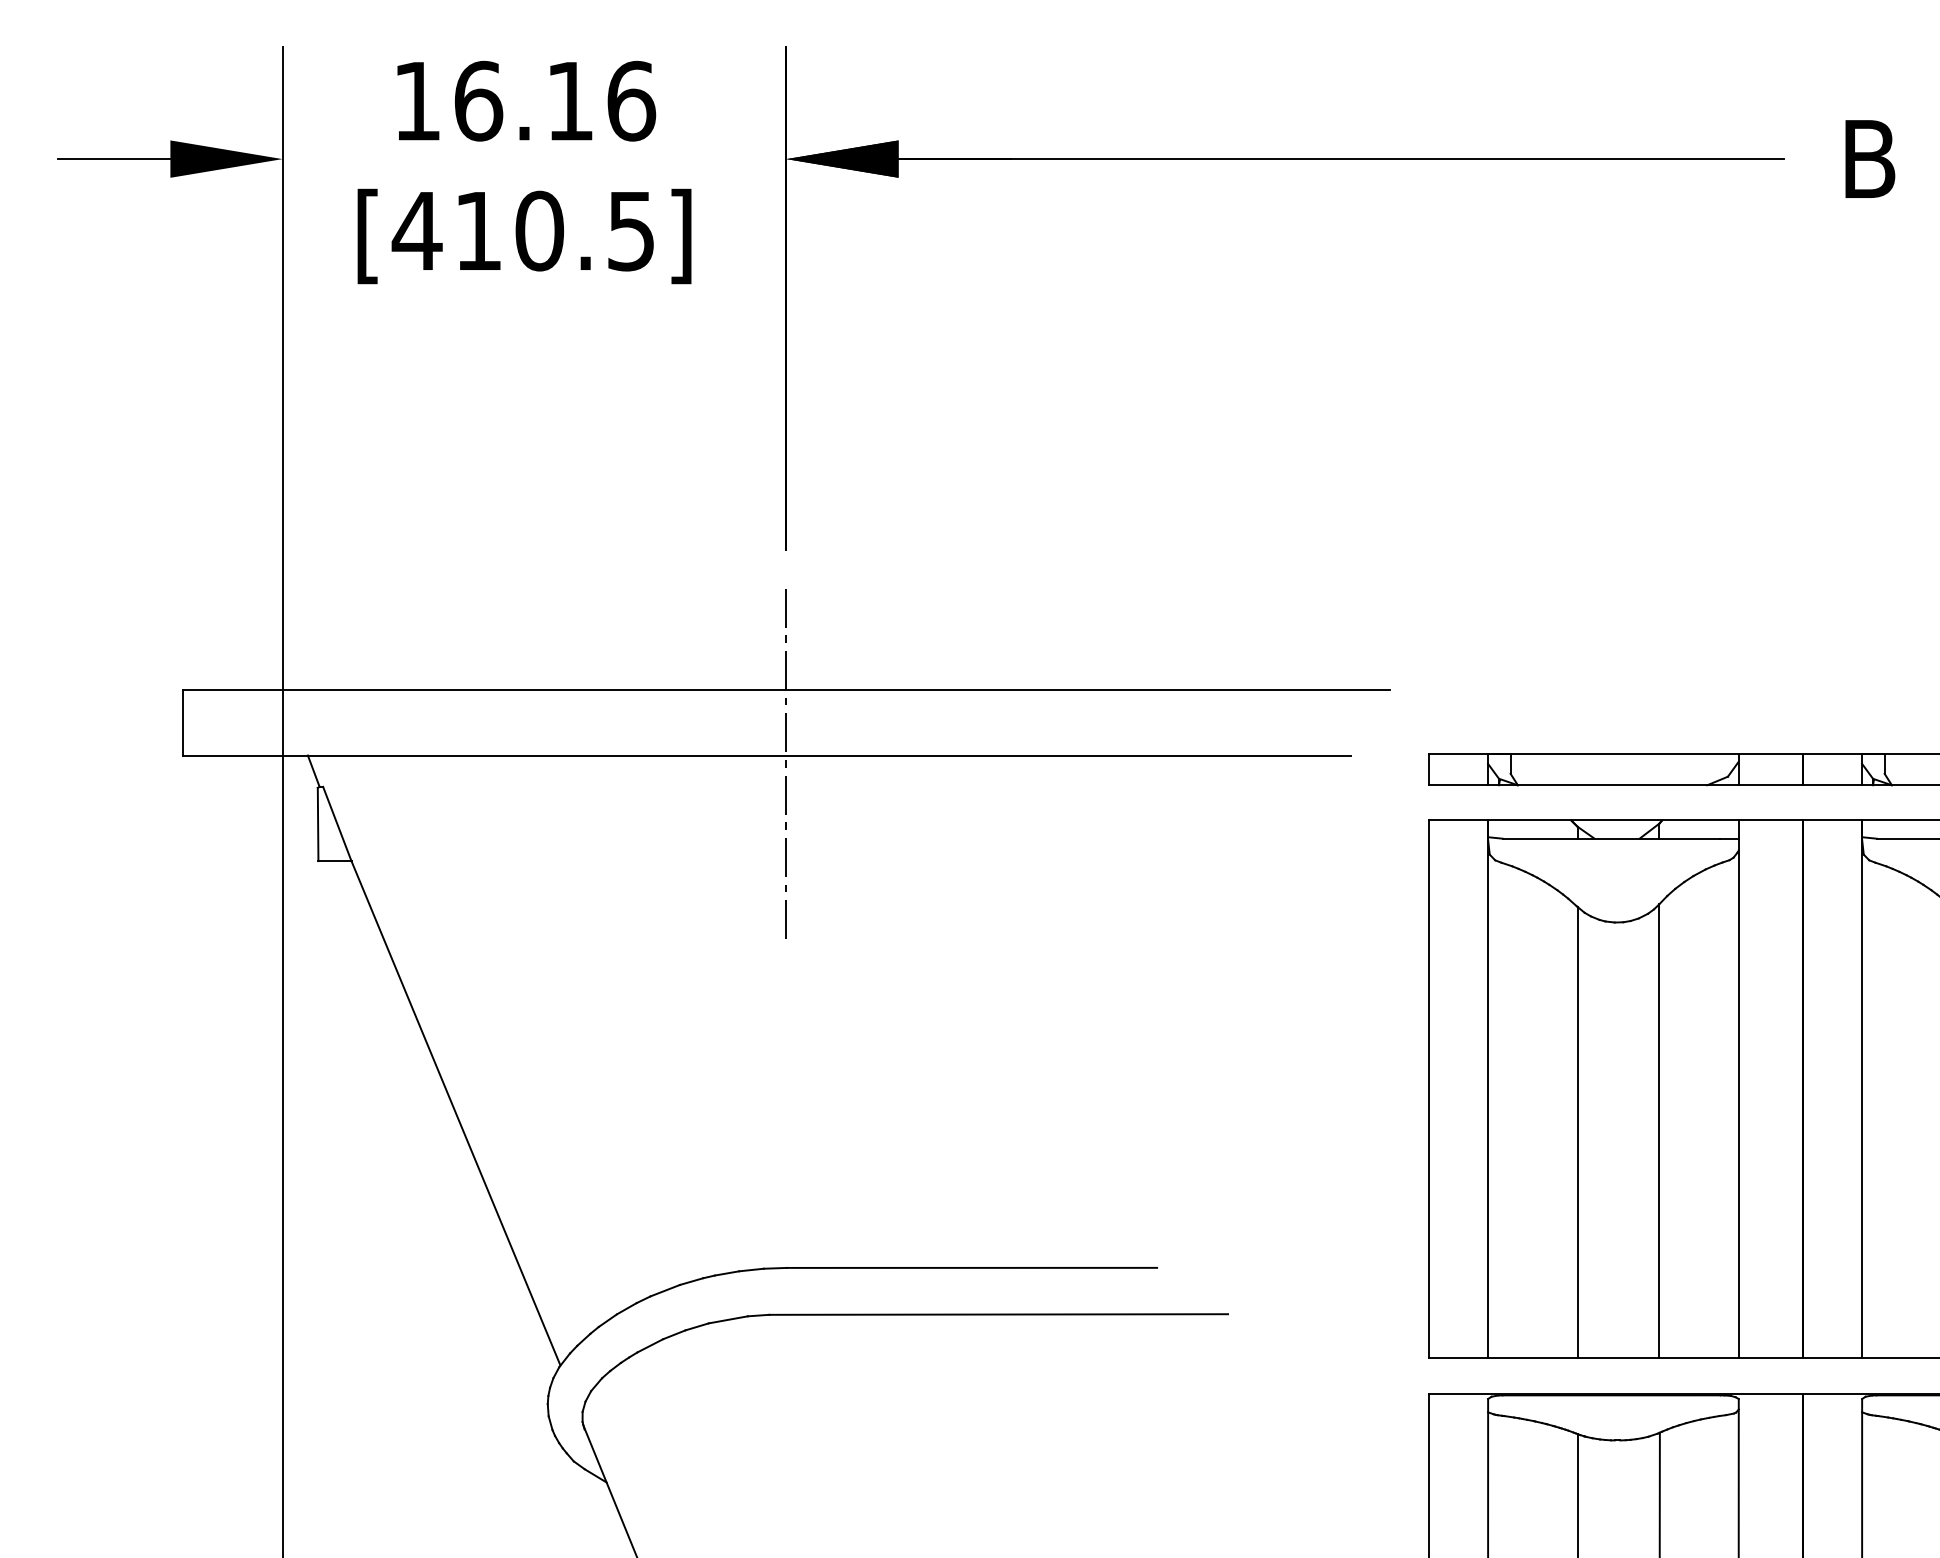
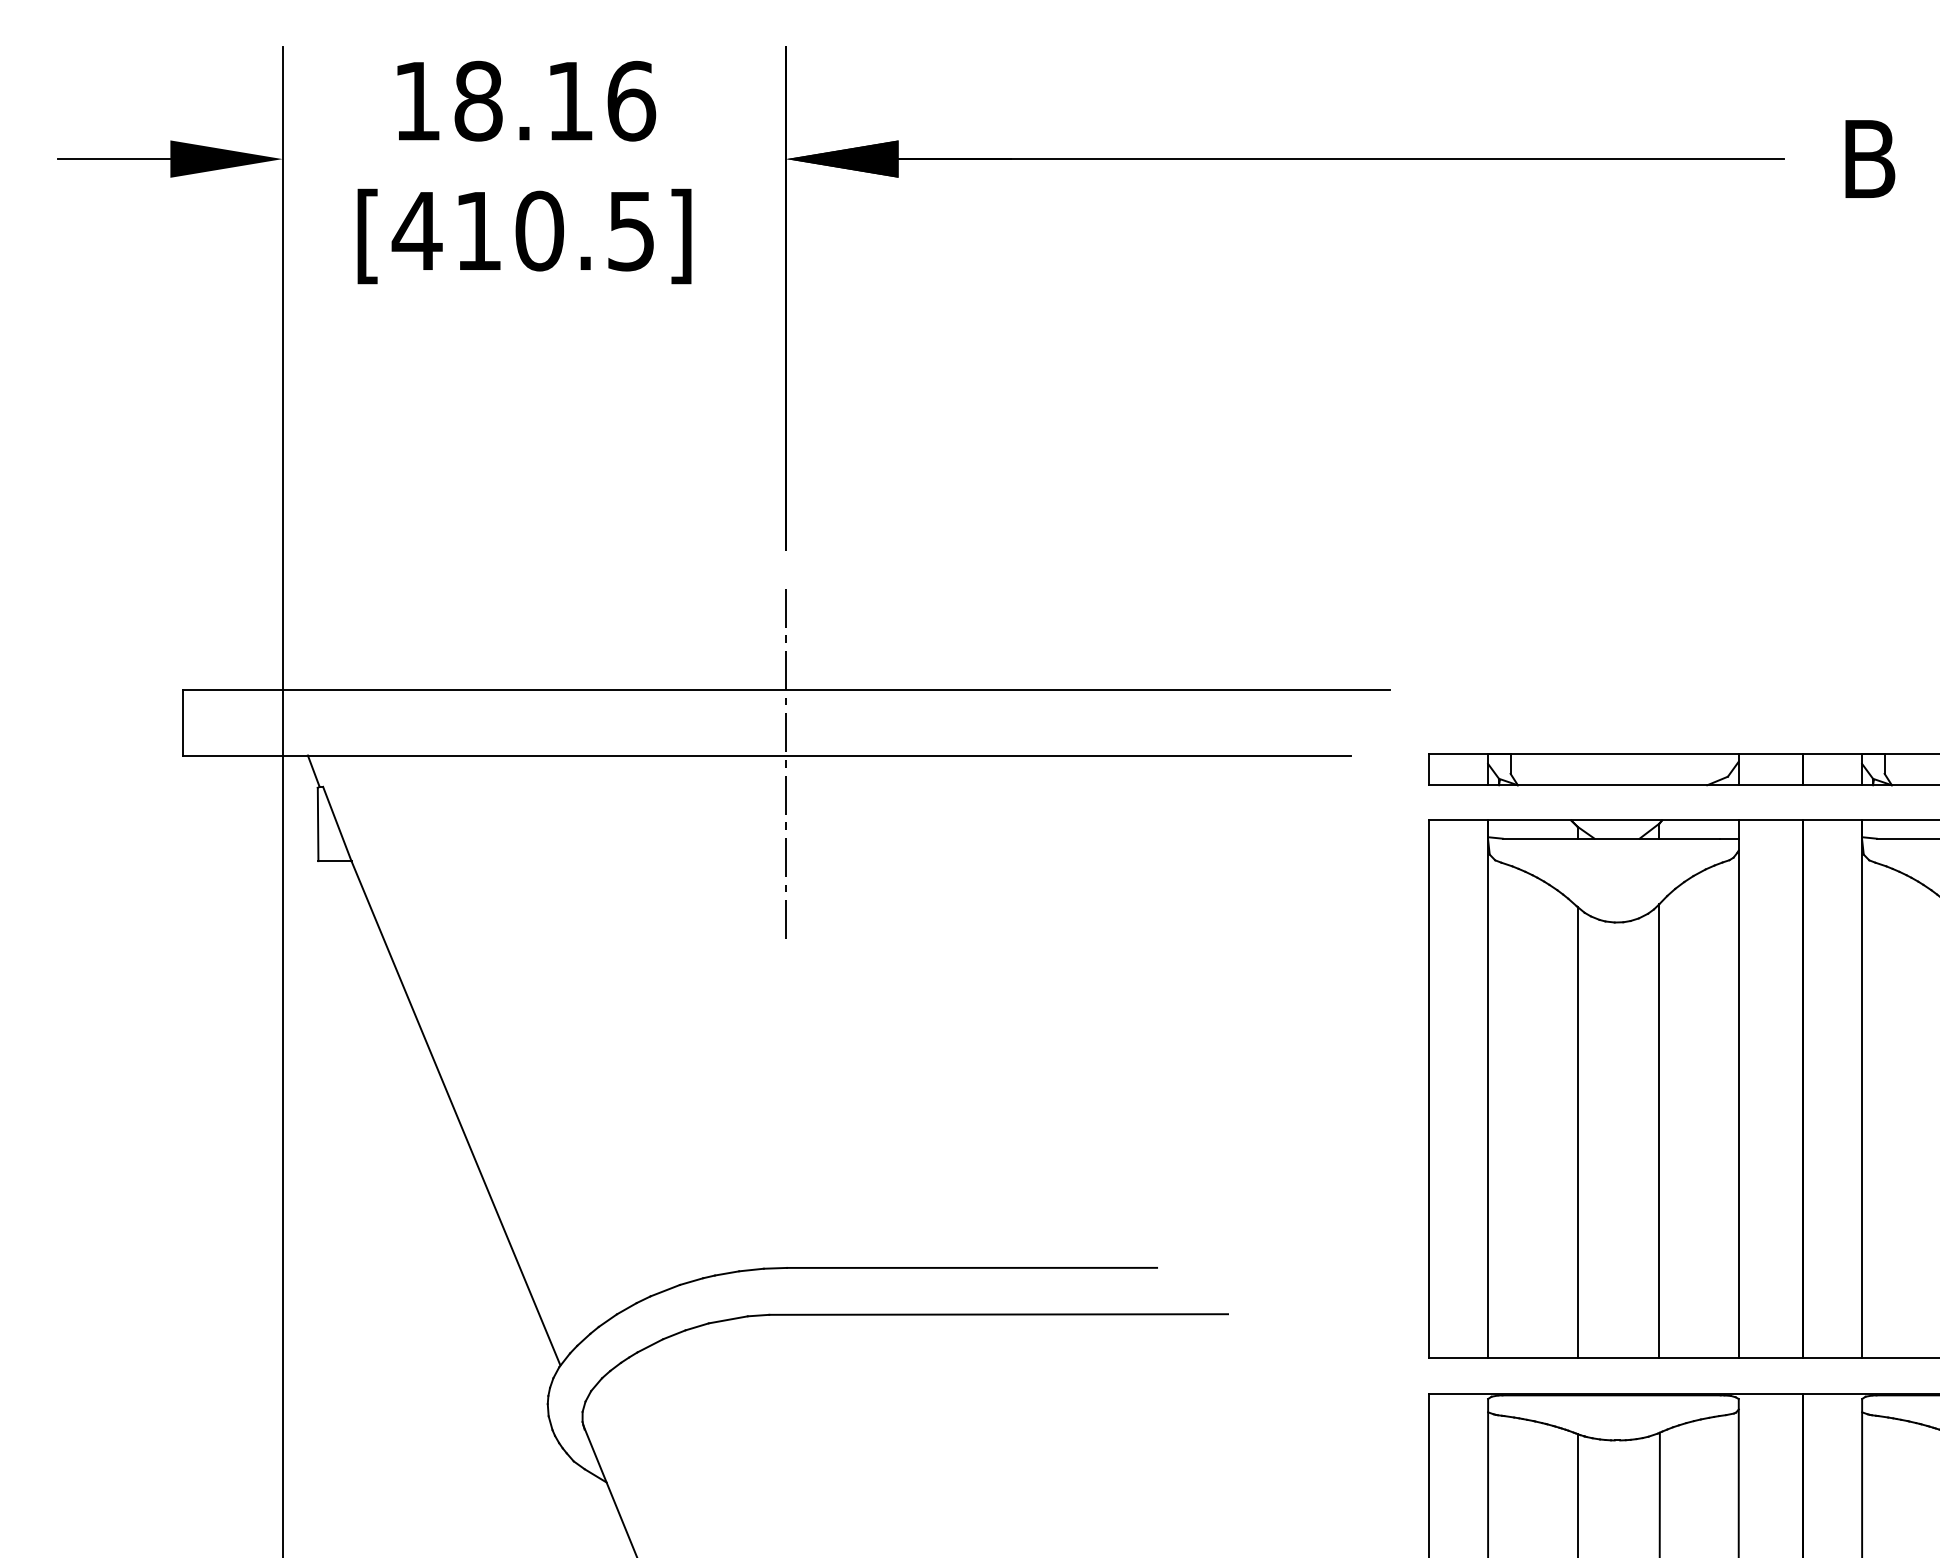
text at (478, 100): 16.16 -> 18.16
